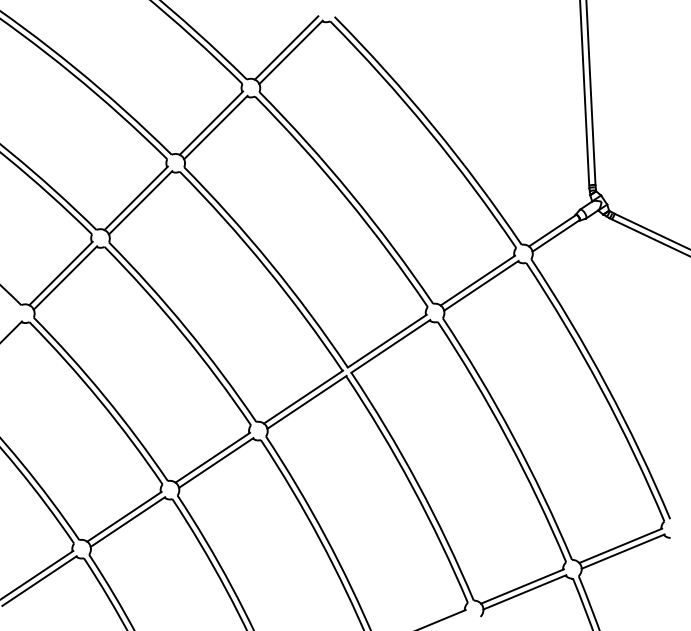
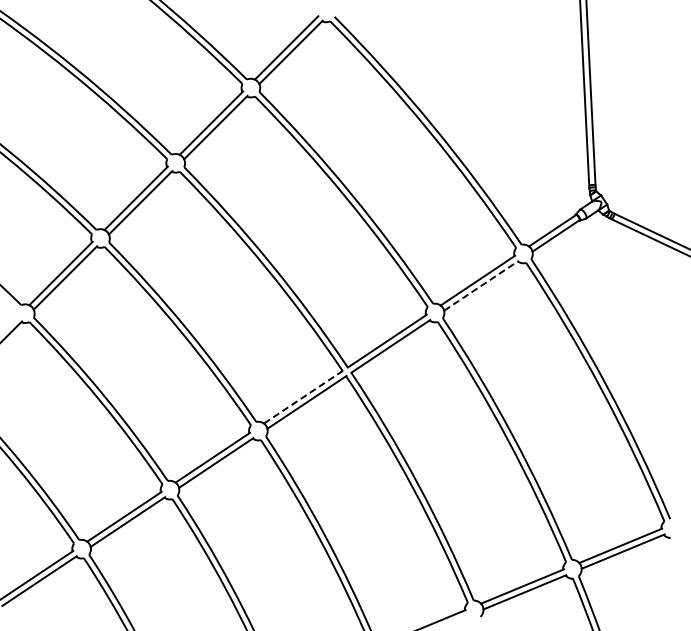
line at (481, 285): solid -> dashed
line at (303, 397): solid -> dashed
